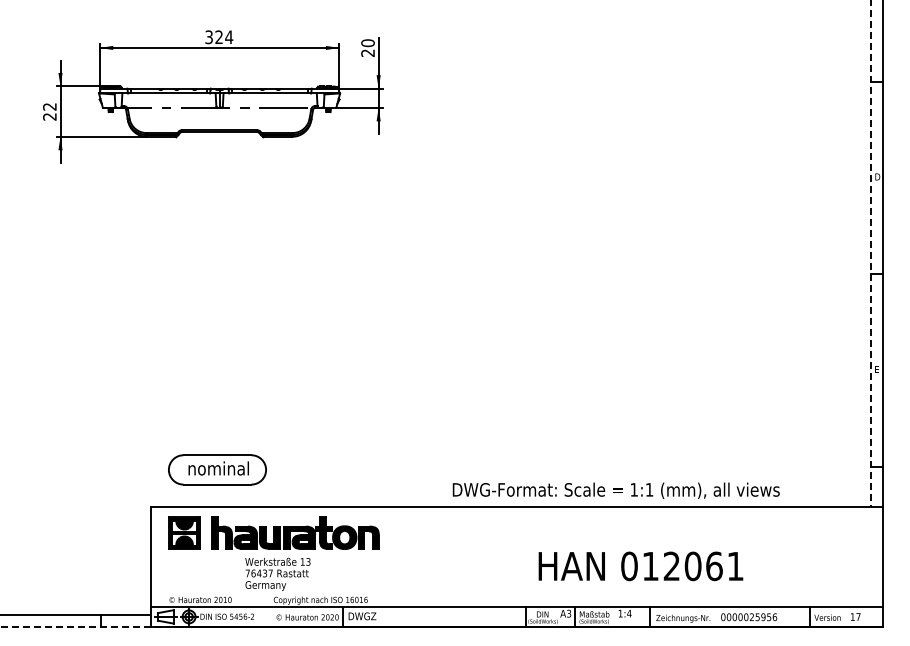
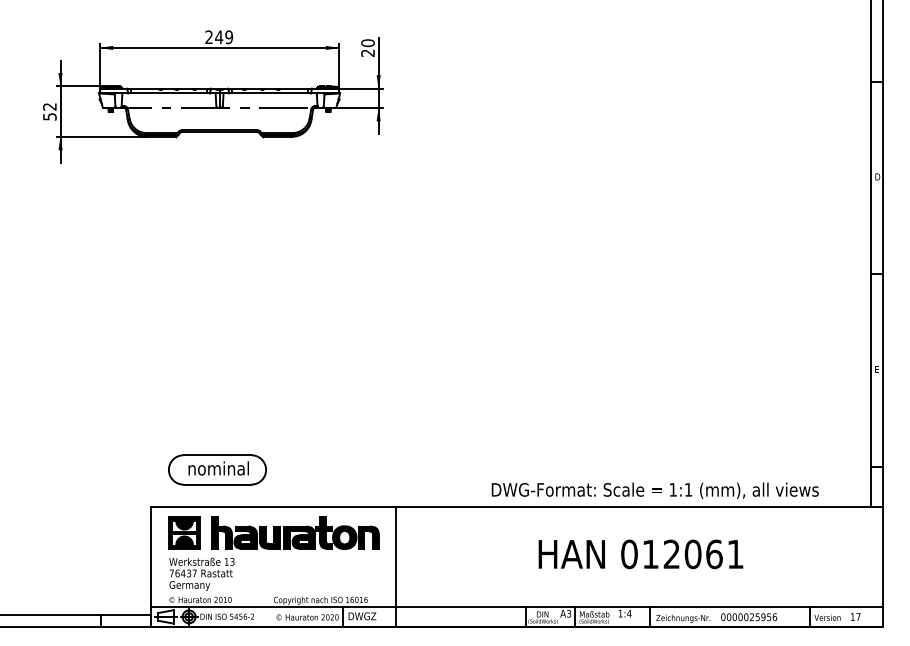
text at (219, 37): 324 -> 249
text at (49, 116): 22 -> 52
line at (871, 254): dashed -> solid
text at (615, 490) position: (615, 490) -> (654, 490)
line at (395, 566): none -> present
text at (640, 566) position: (640, 566) -> (640, 554)
text at (277, 573) position: (277, 573) -> (201, 573)
line at (85, 626): dashed -> solid
